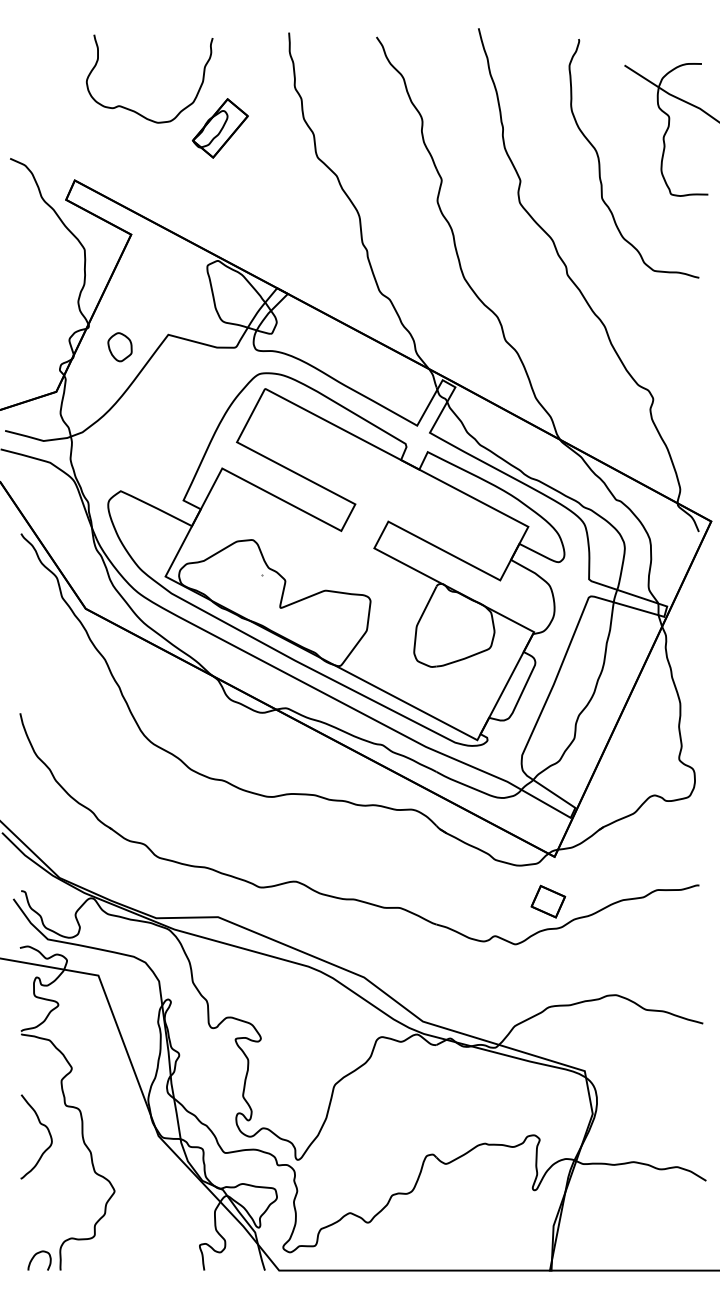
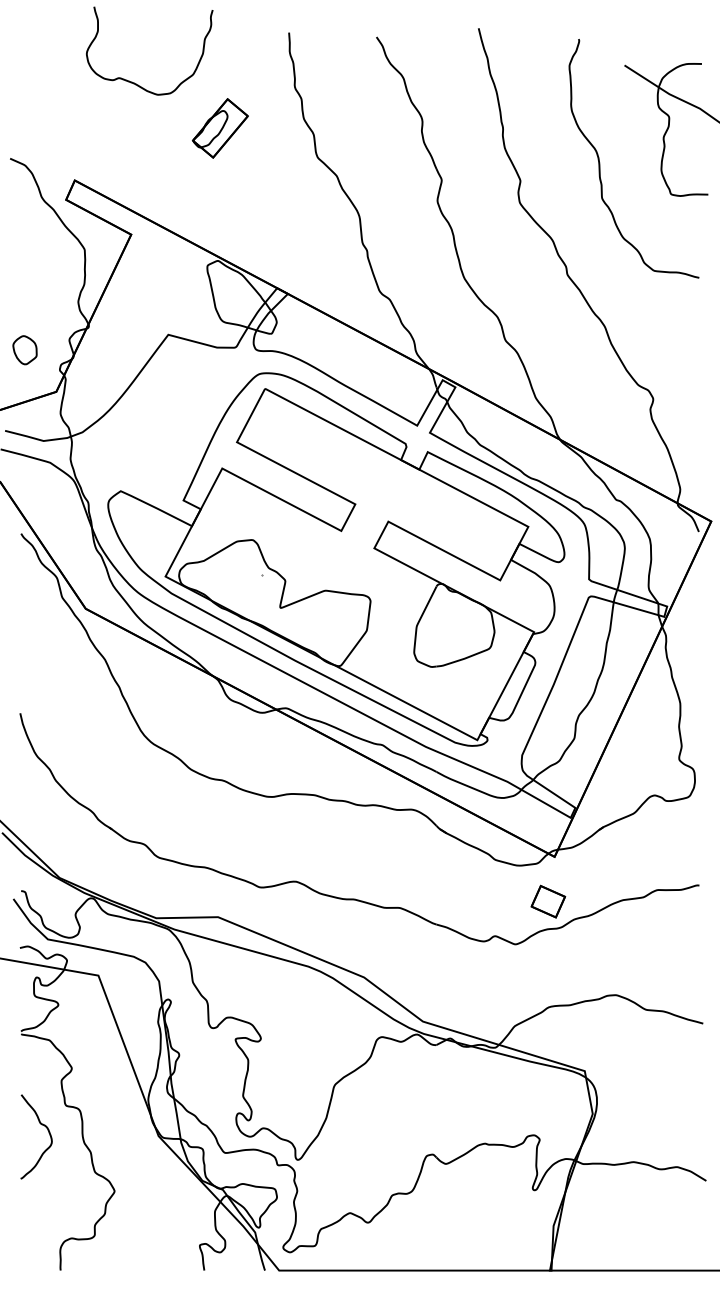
curve at (134, 110) position: (134, 110) -> (134, 82)
part at (119, 347) position: (119, 347) -> (24, 350)
curve at (35, 1256): present -> none
